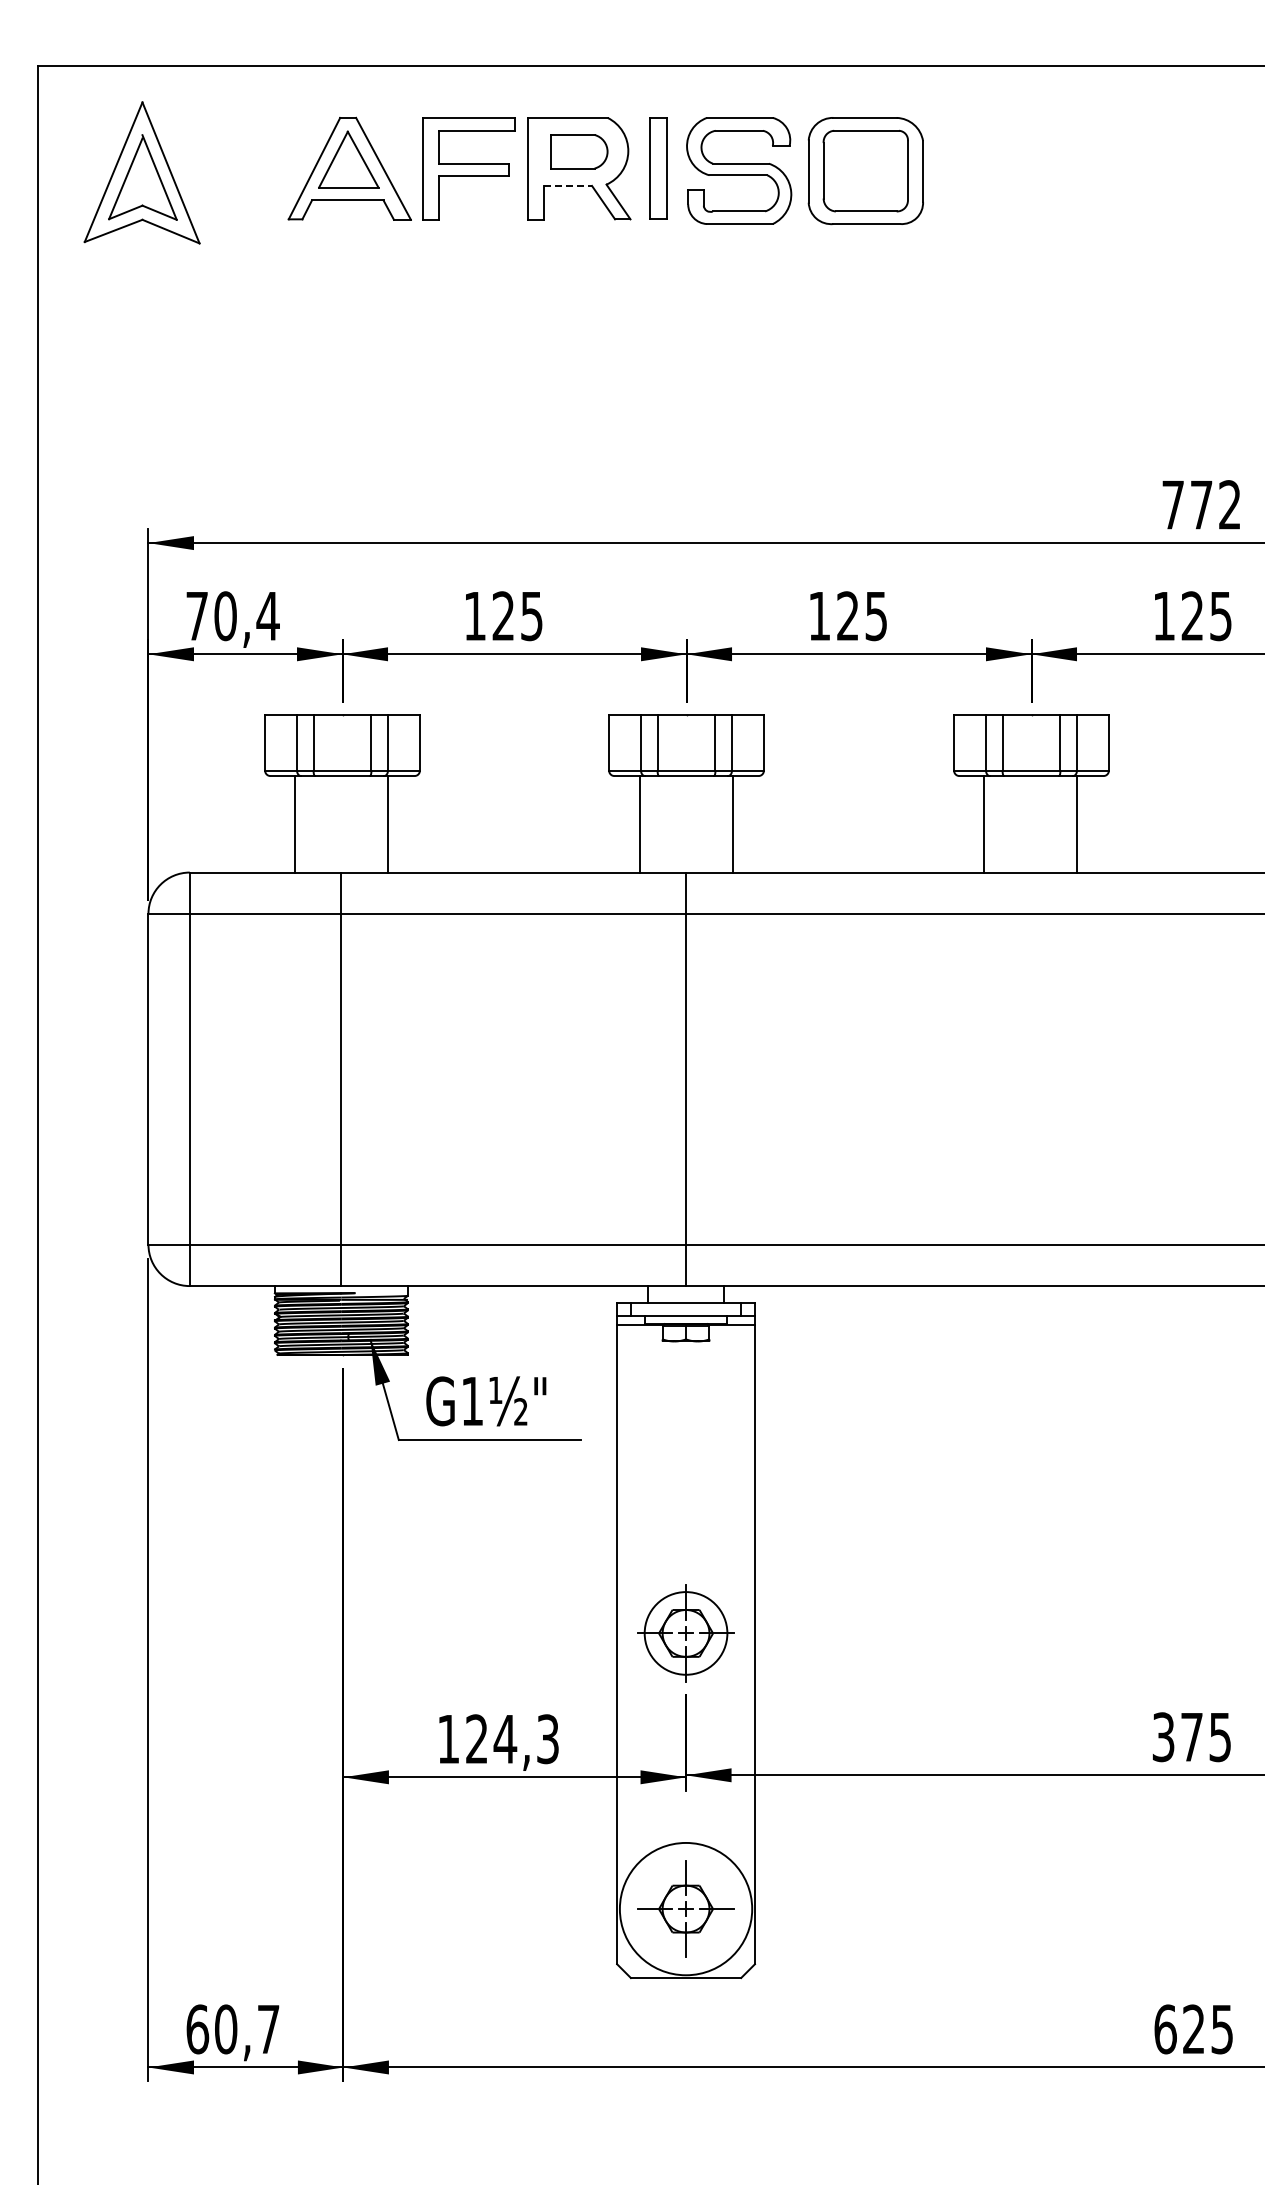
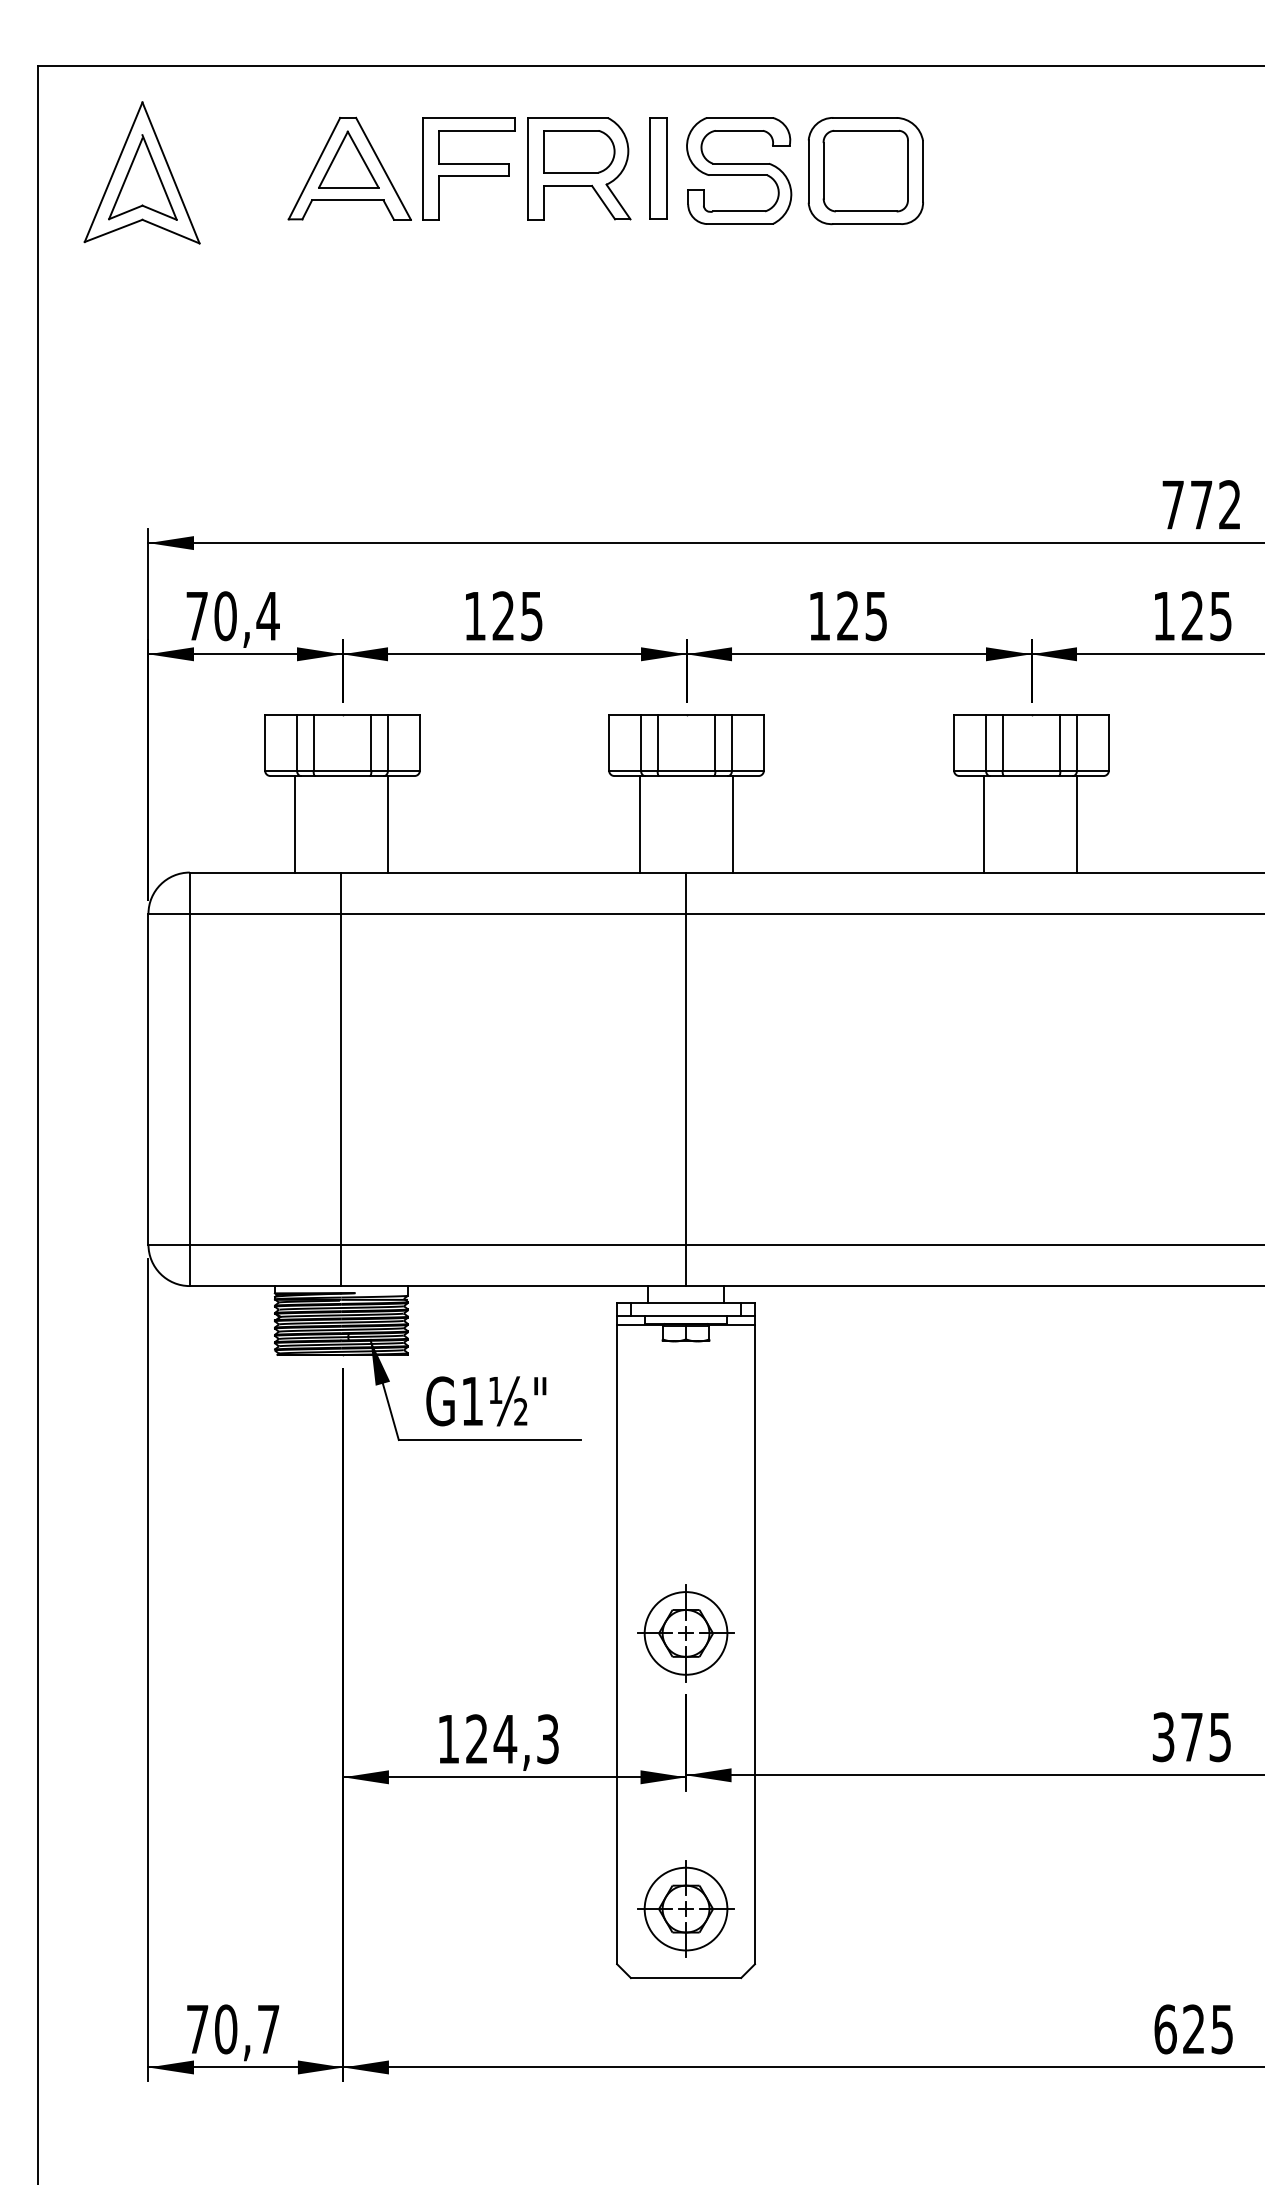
part at (579, 151) size: 59x36 px -> 73x44 px
line at (568, 185): dashed -> solid
circle at (685, 1908) diameter: 132 px -> 83 px
text at (197, 2029): 60,7 -> 70,7
